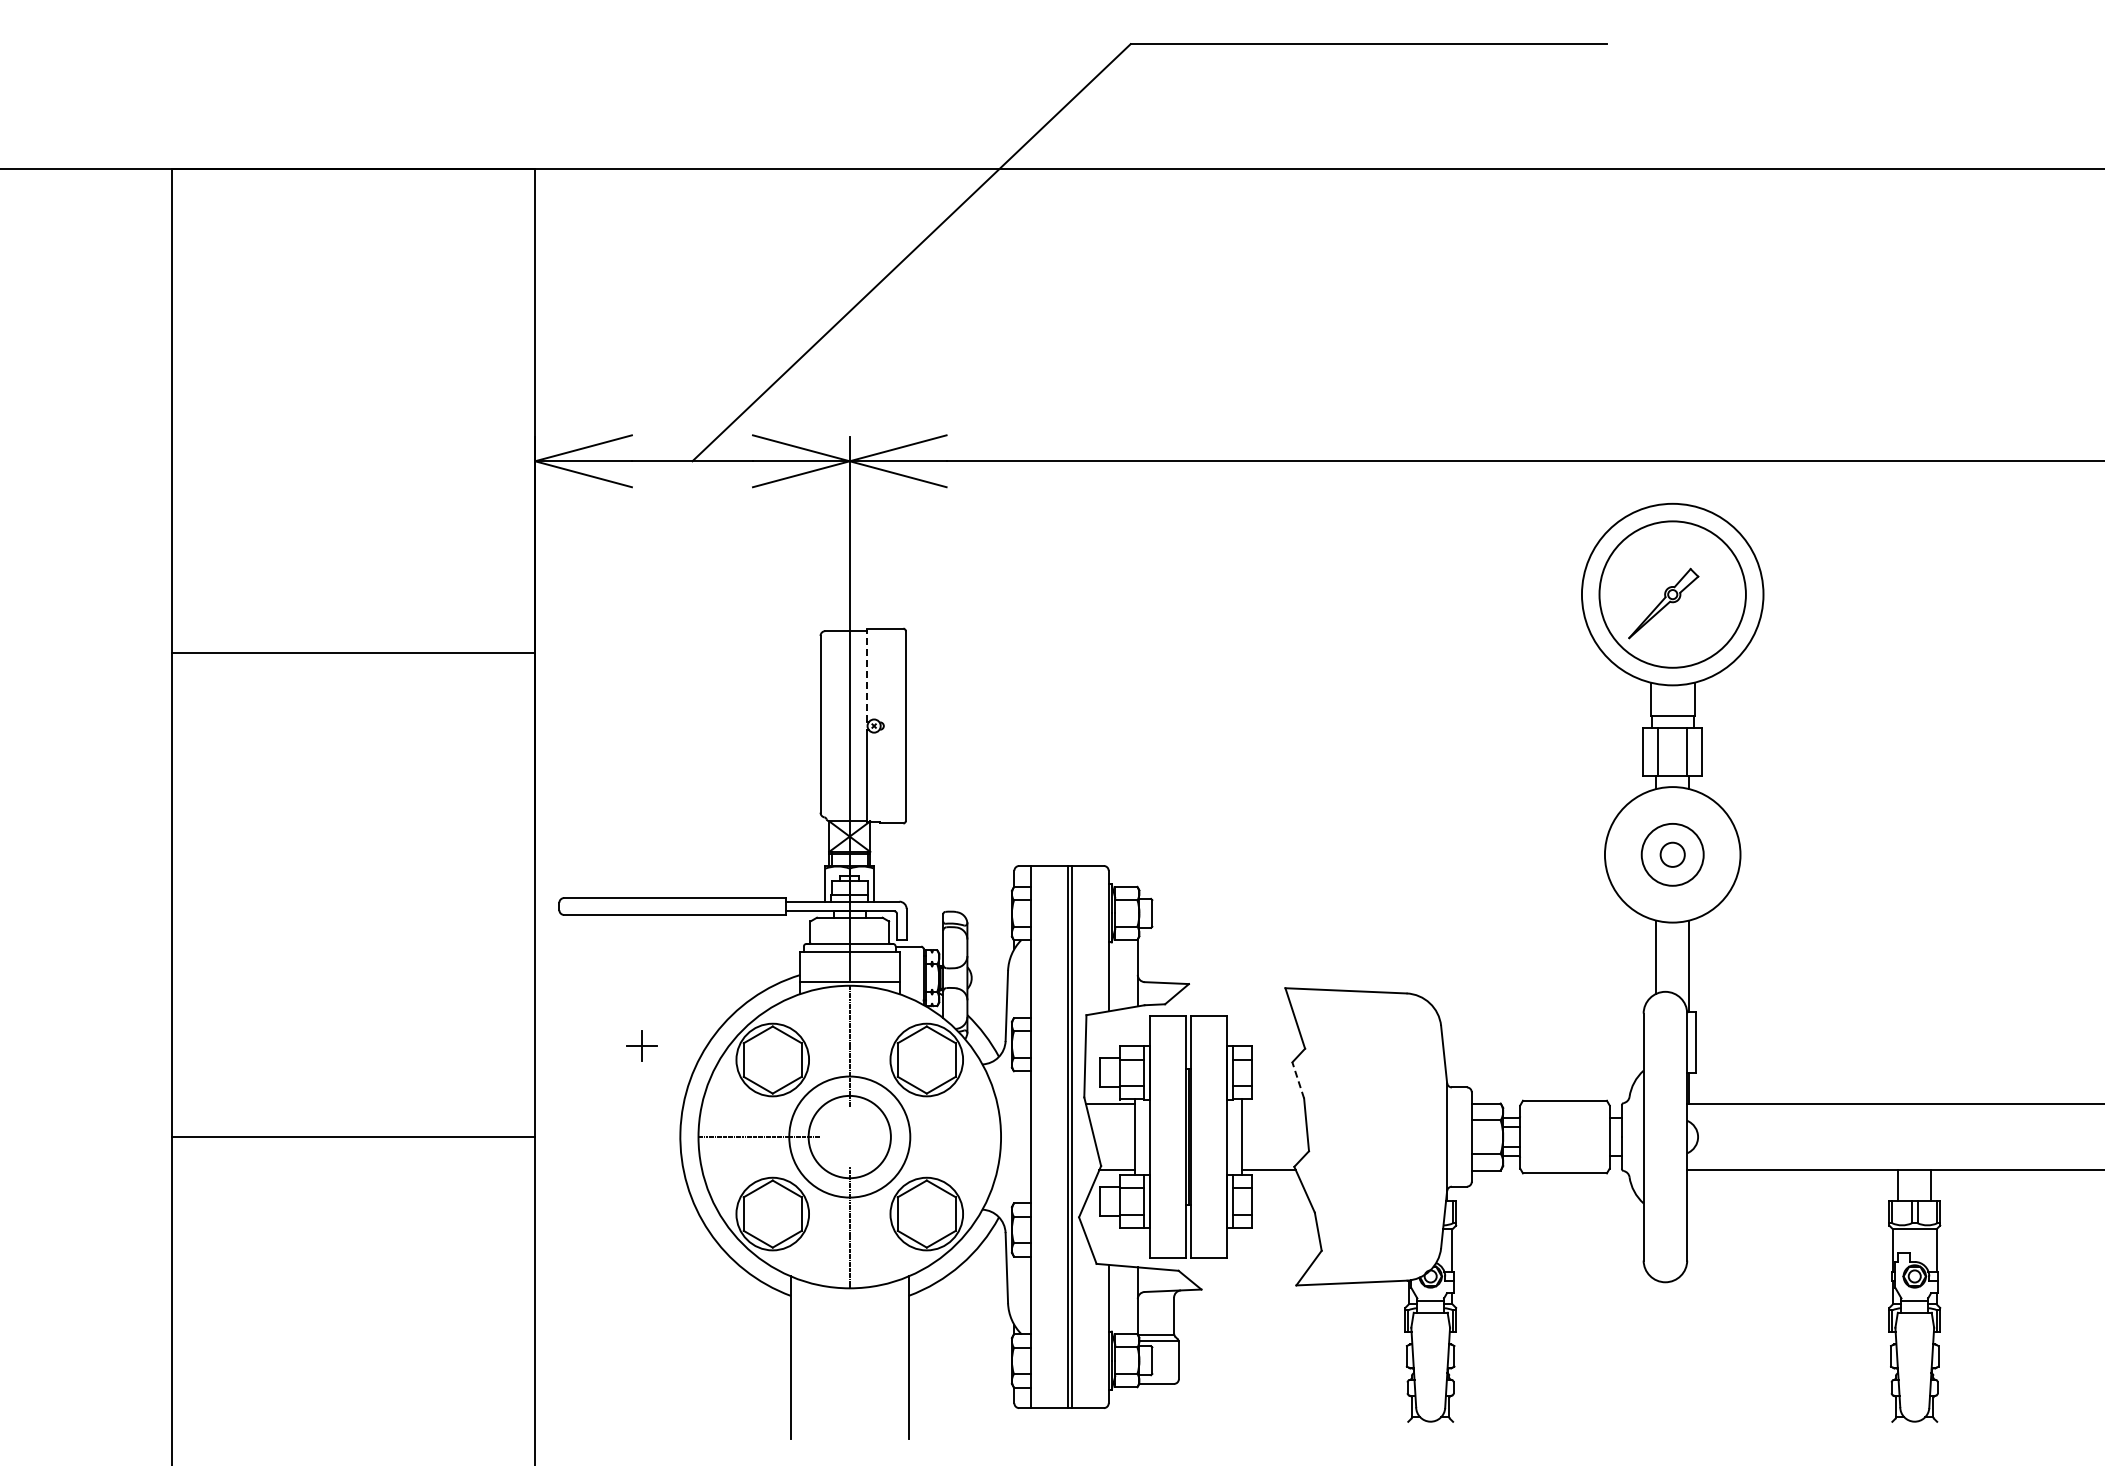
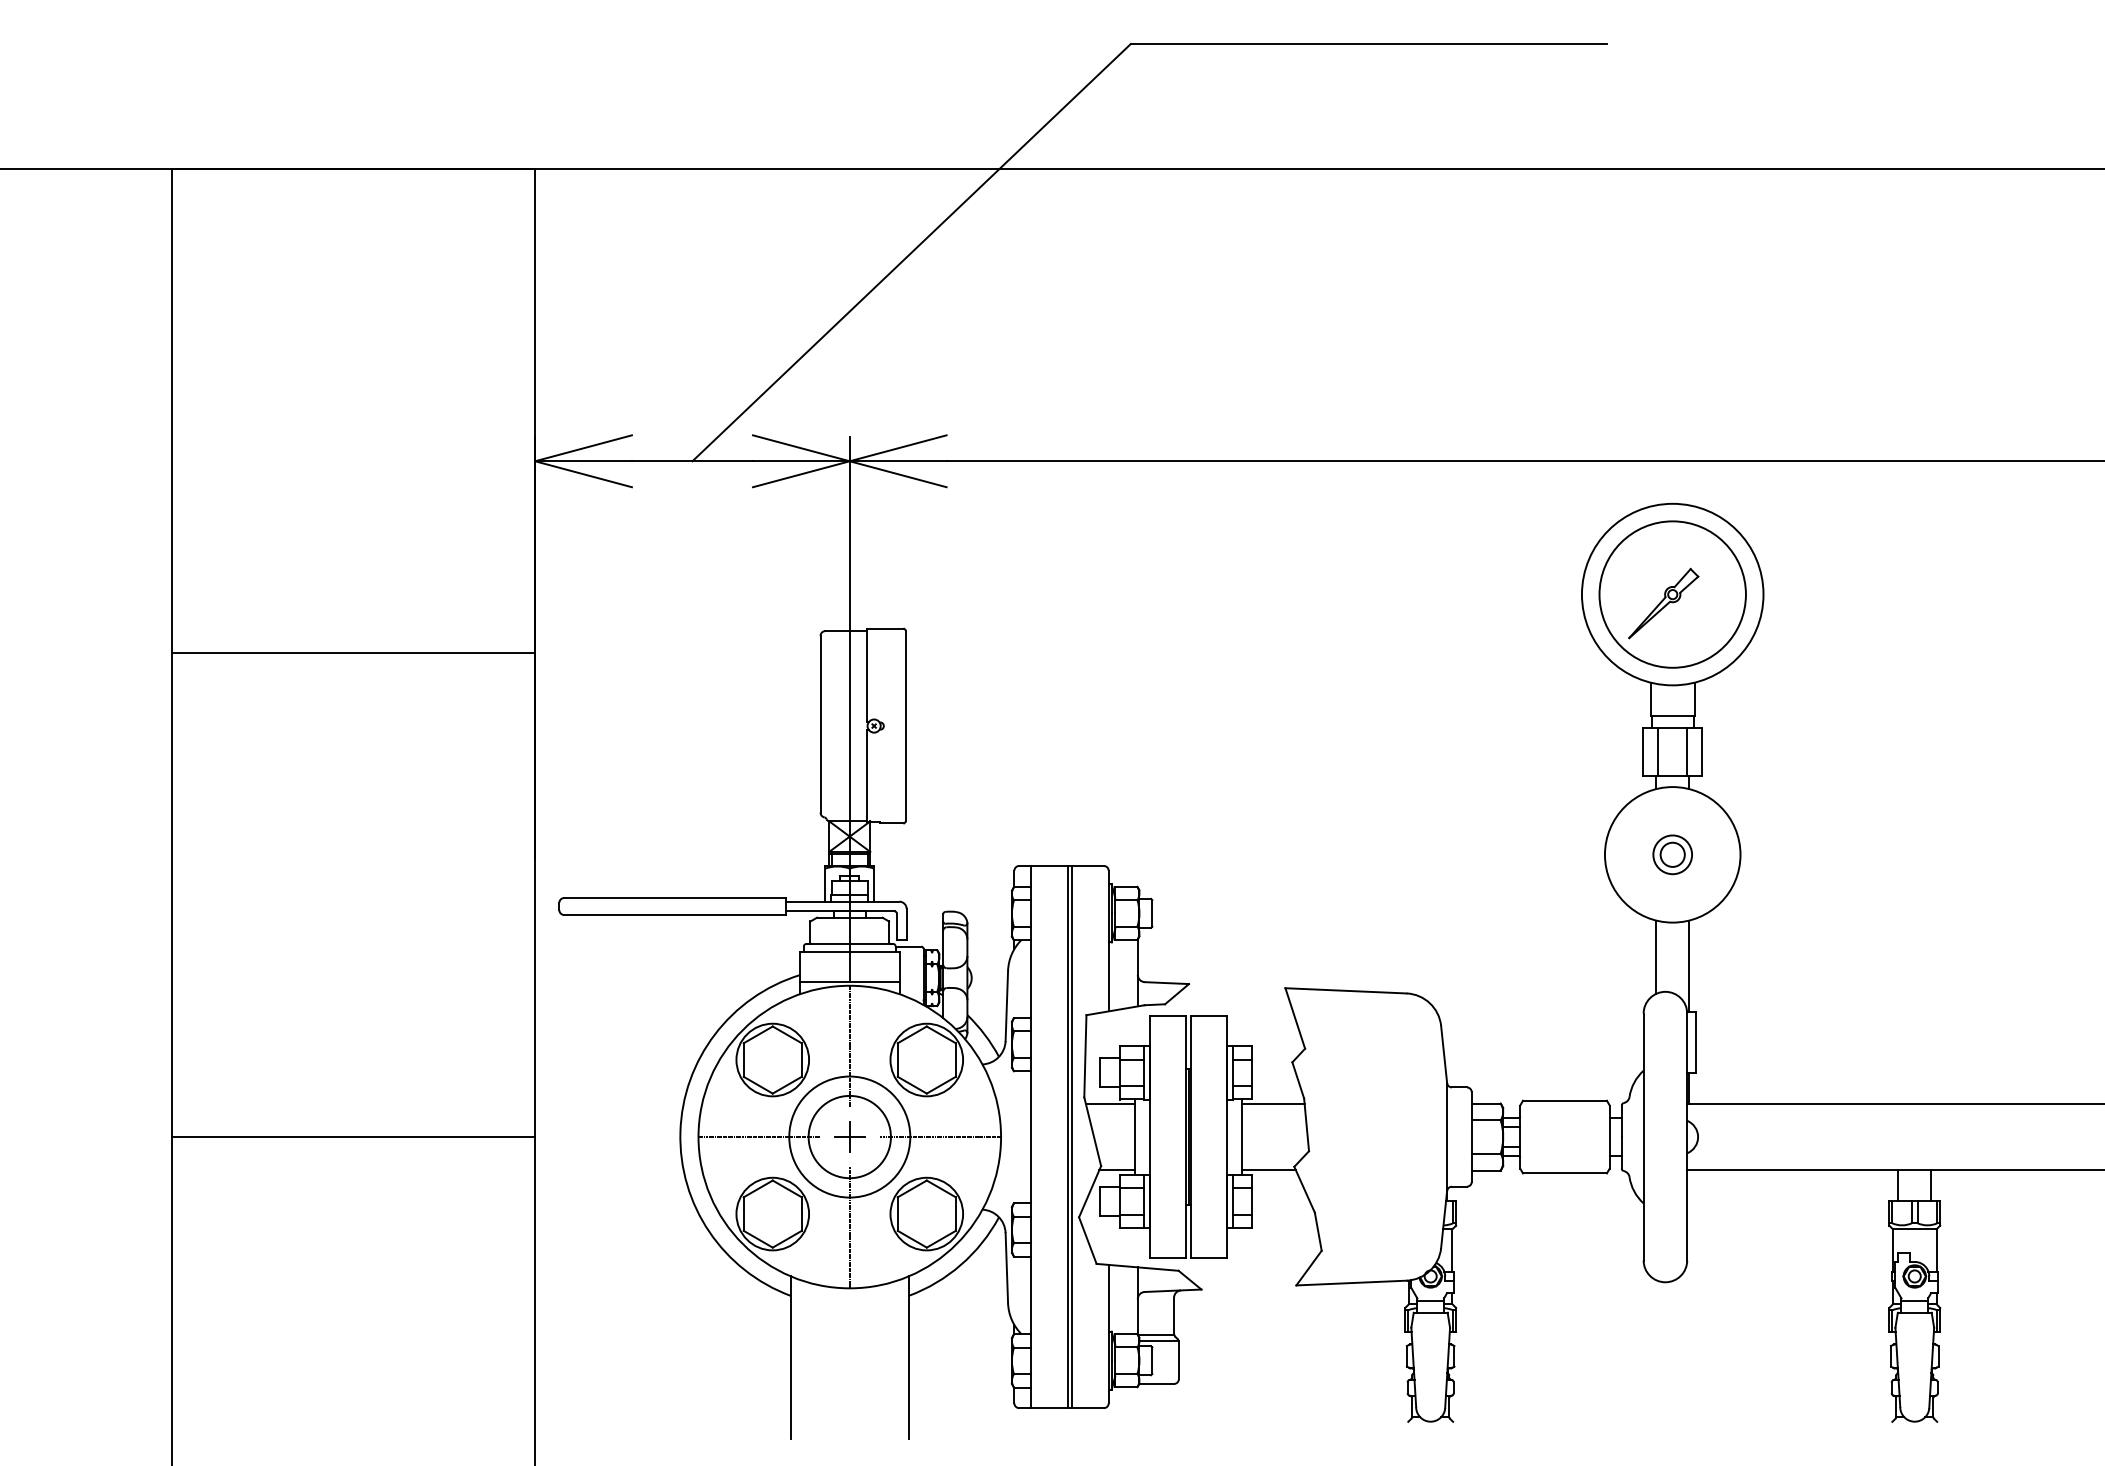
line at (866, 675): dashed -> solid
circle at (1672, 854) diameter: 62 px -> 39 px
part at (641, 1045) position: (641, 1045) -> (849, 1136)
line at (1298, 1080): dashed -> solid
line at (1272, 1104): none -> present
line at (940, 1137): none -> present
